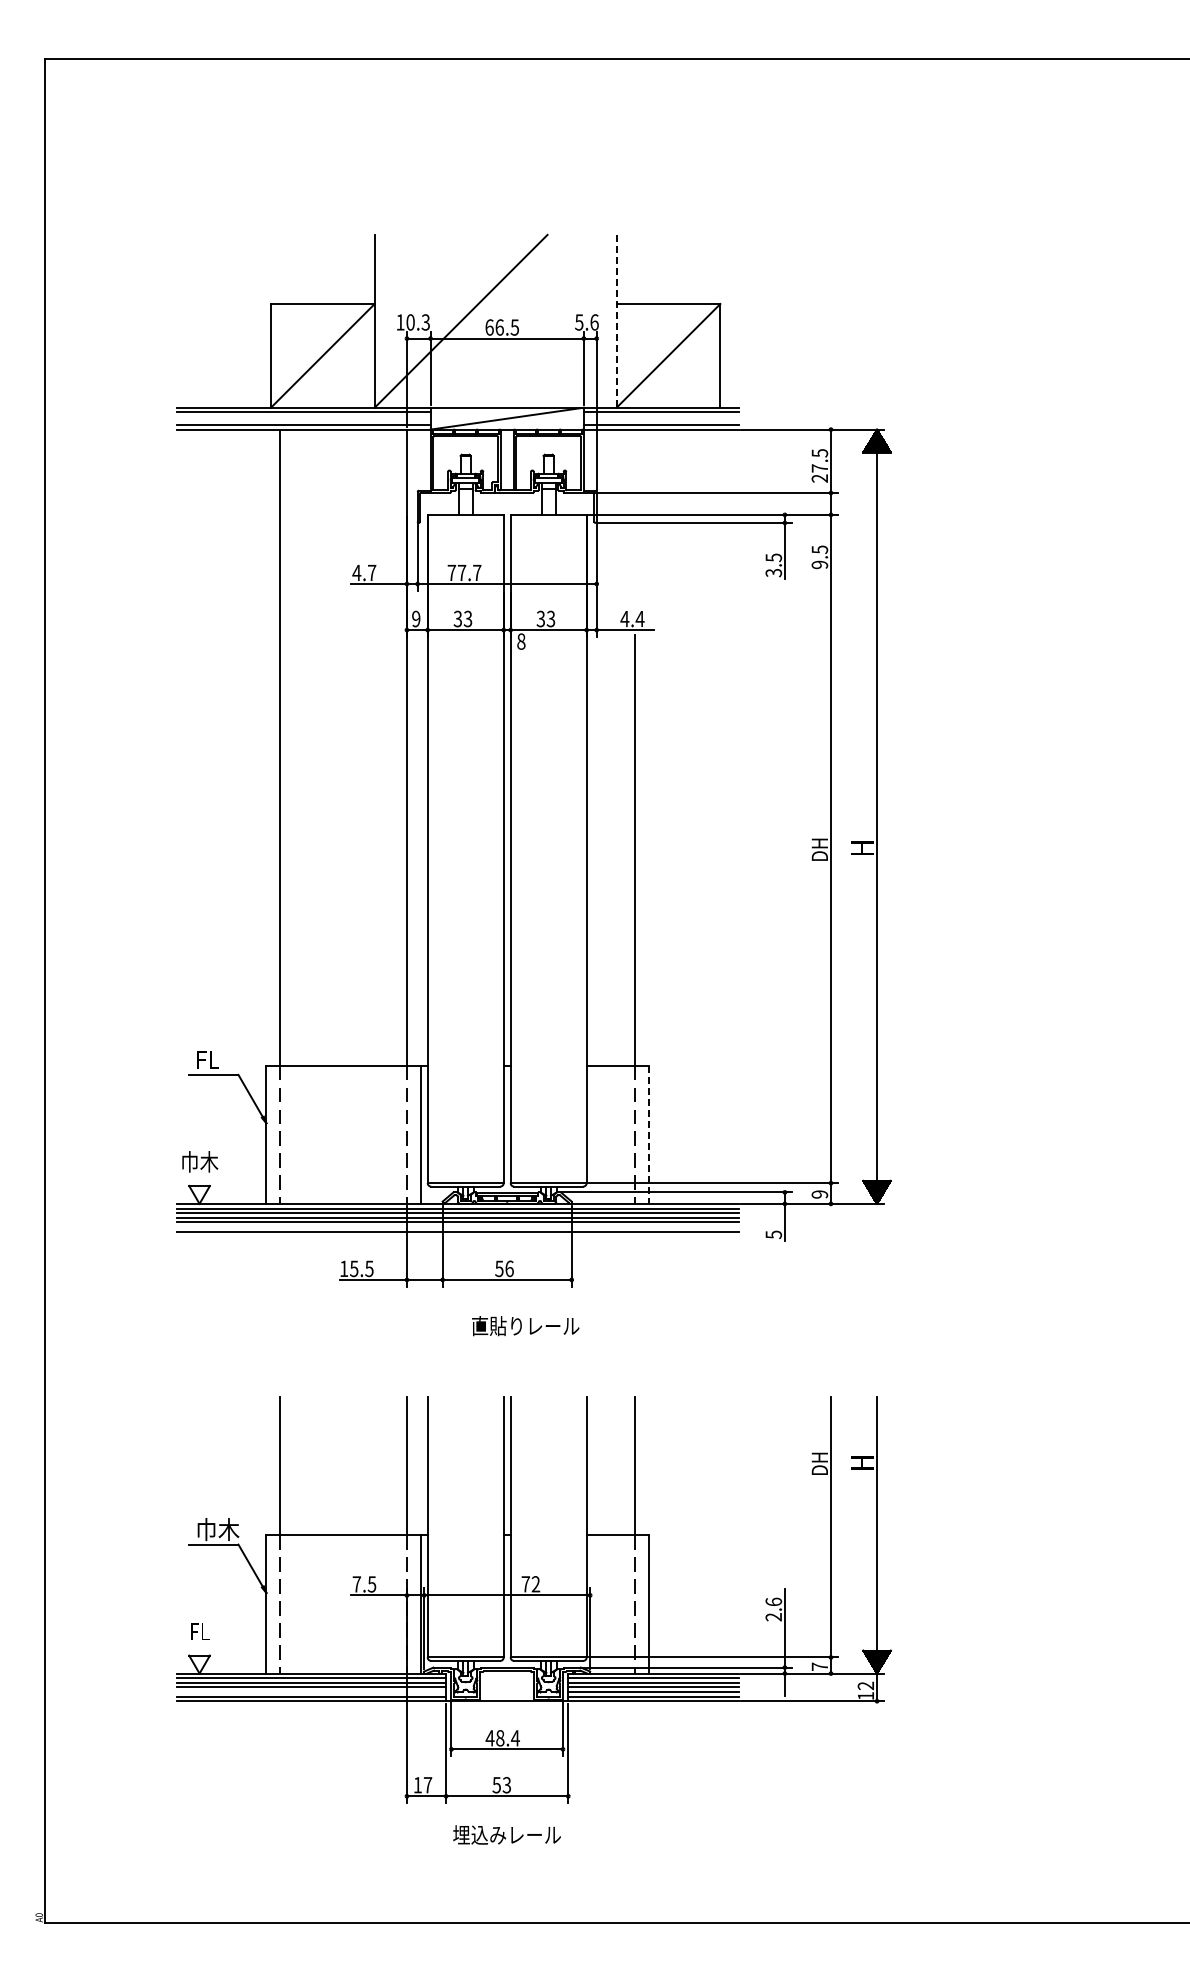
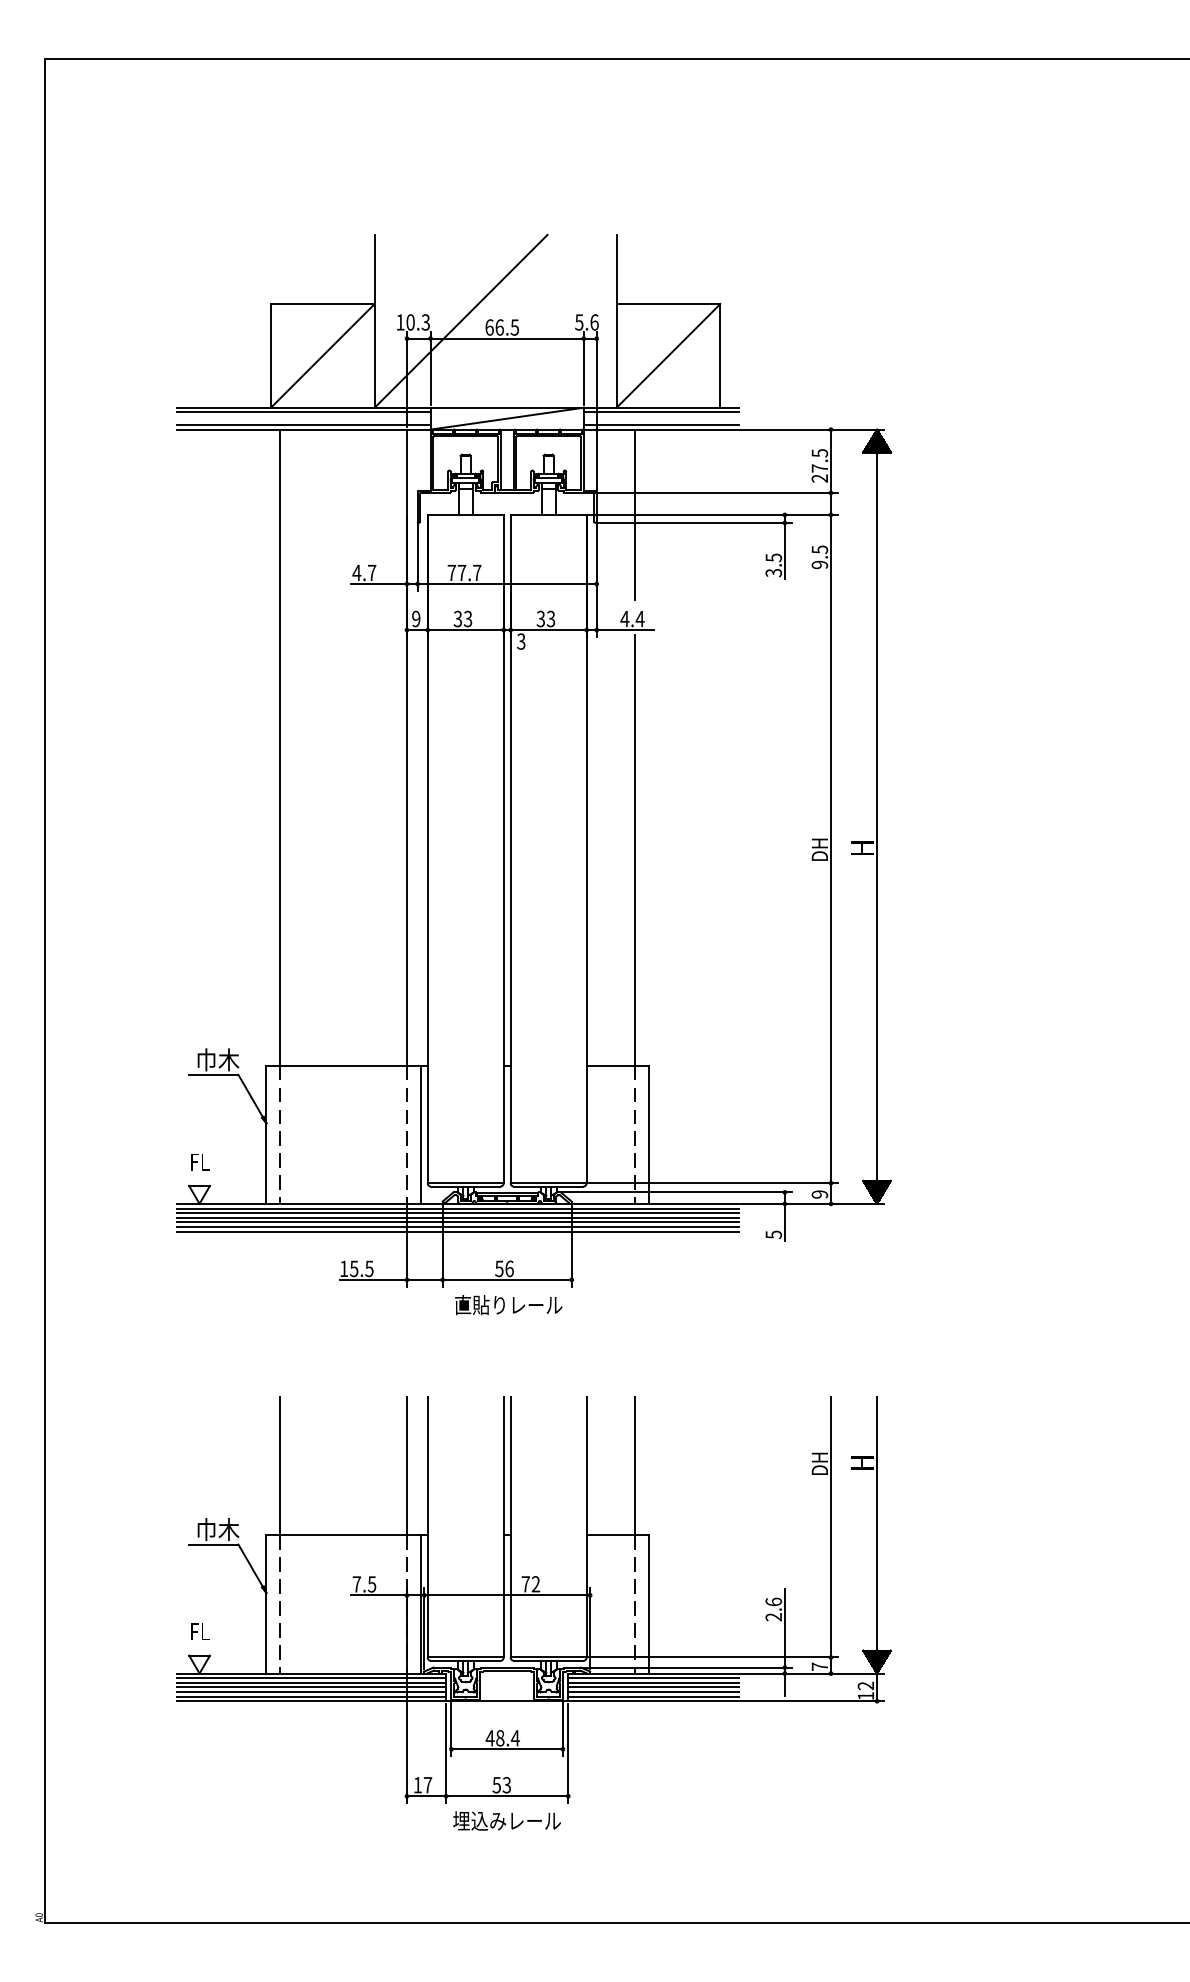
line at (616, 321): dashed -> solid
line at (635, 514): none -> present
text at (521, 641): 8 -> 3
text at (218, 1059): FL -> 巾木
line at (648, 1135): dashed -> solid
text at (200, 1161): 巾木 -> FL
line at (457, 1226): none -> present
text at (525, 1326) position: (525, 1326) -> (508, 1305)
line at (311, 1692): none -> present
text at (506, 1834) position: (506, 1834) -> (506, 1820)
